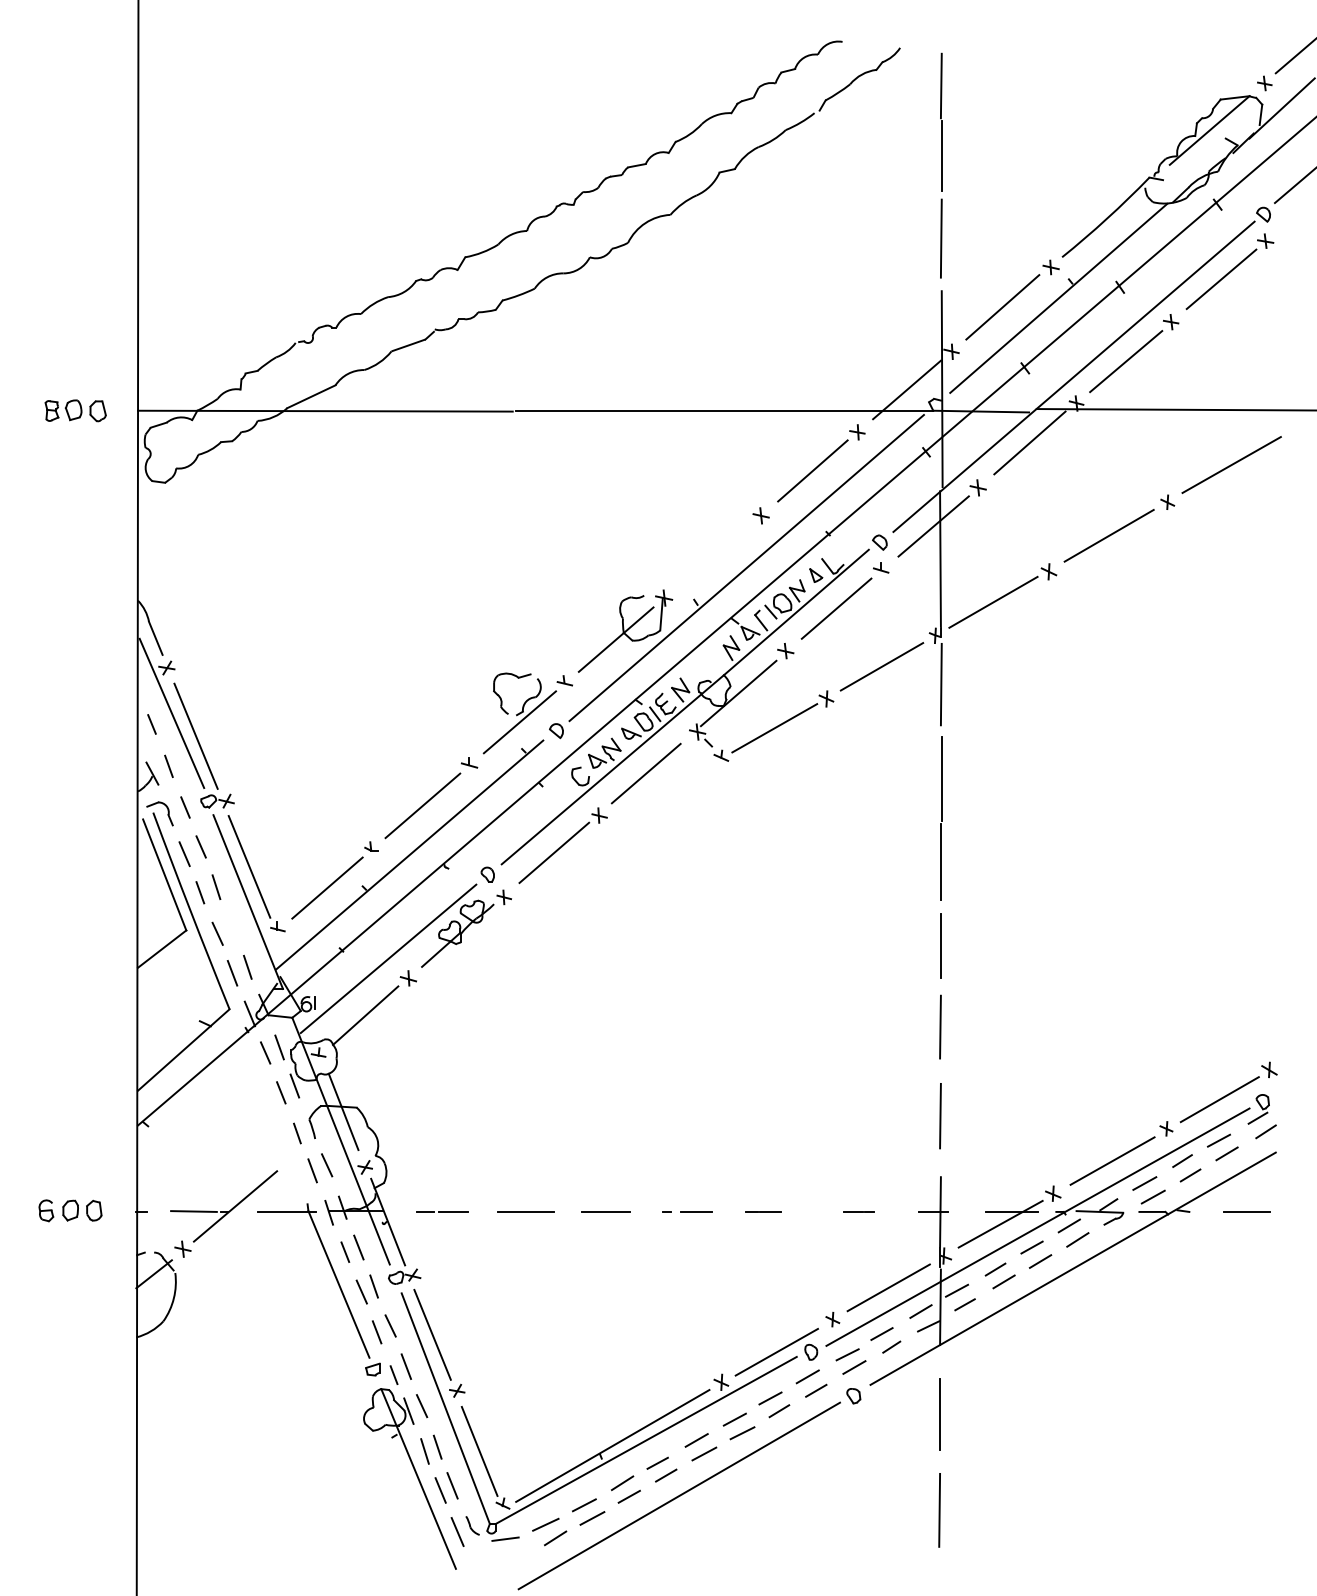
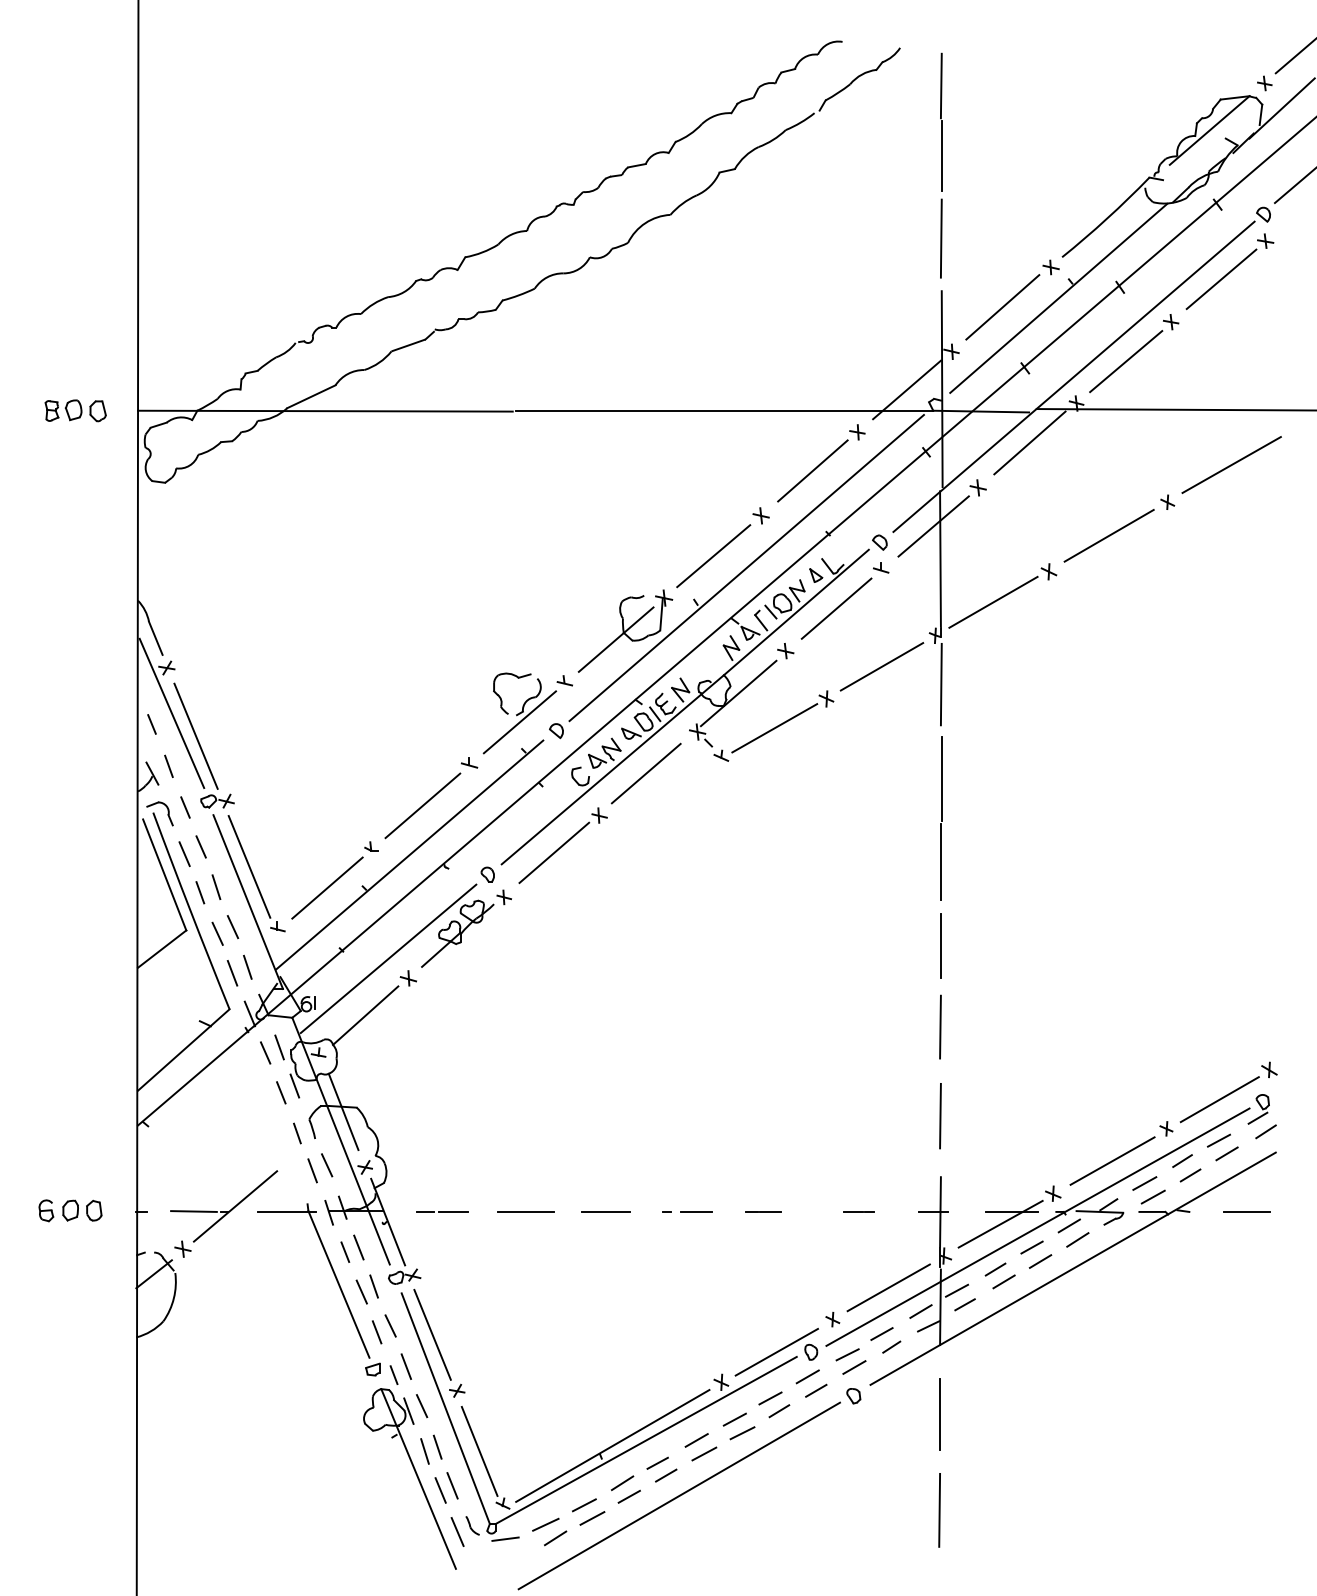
line at (713, 556): none -> present
line at (232, 927): none -> present
